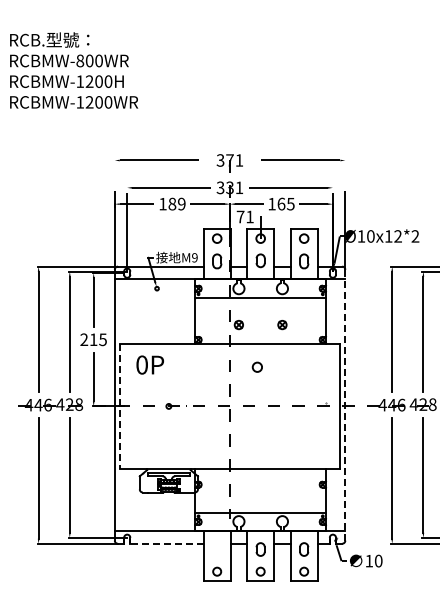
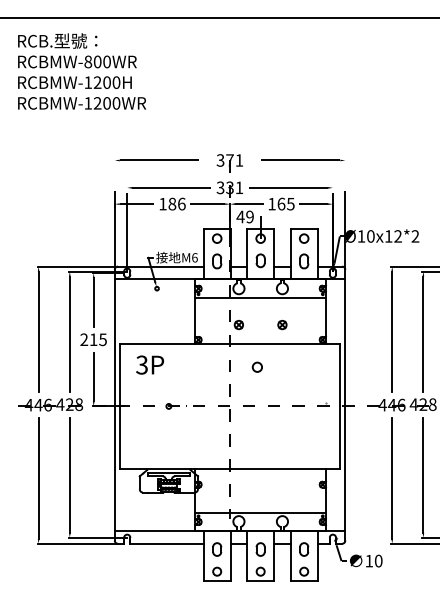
line at (219, 17): none -> present
text at (74, 70) position: (74, 70) -> (82, 71)
text at (181, 203): 189 -> 186
text at (244, 216): 71 -> 49
text at (194, 257): M9 -> M6
text at (141, 364): 0P -> 3P
line at (345, 405): dashed -> solid
line at (120, 406): dashed -> solid
line at (167, 543): dashed -> solid
part at (217, 549): none -> present
